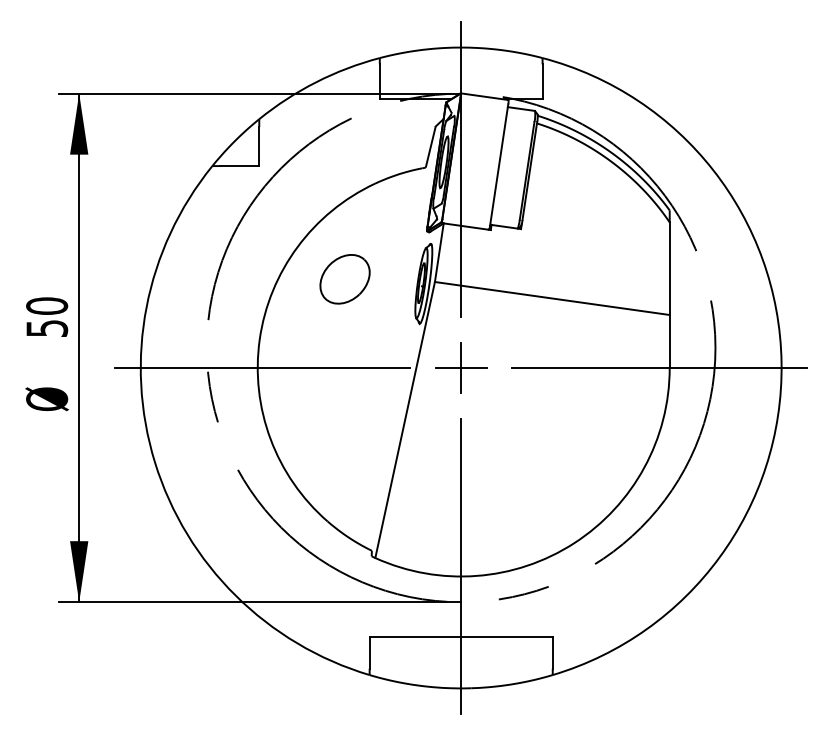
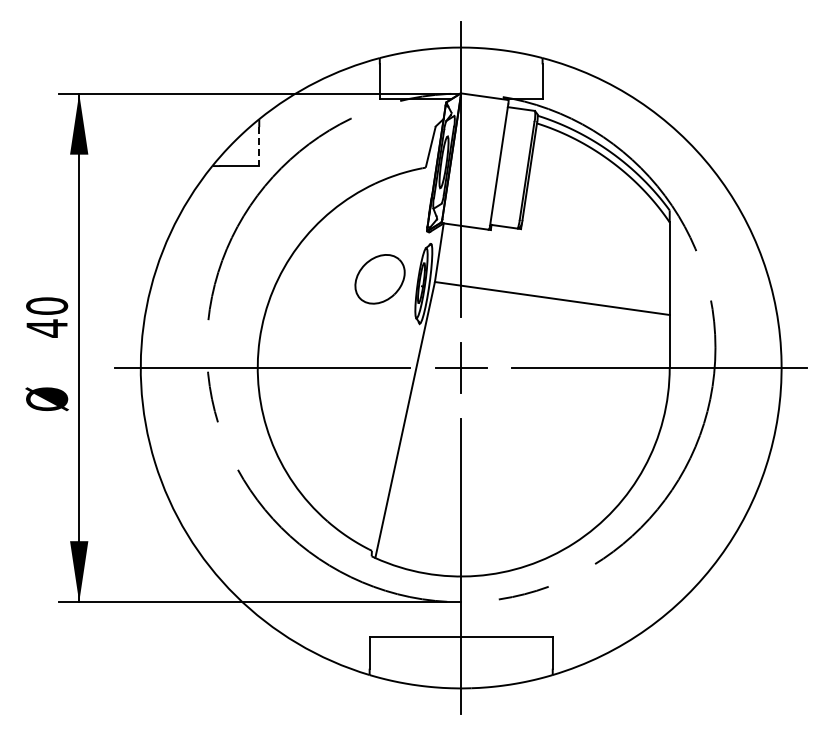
line at (259, 147): solid -> dashed
part at (344, 279) position: (344, 279) -> (379, 279)
text at (47, 328): 50 -> 40
